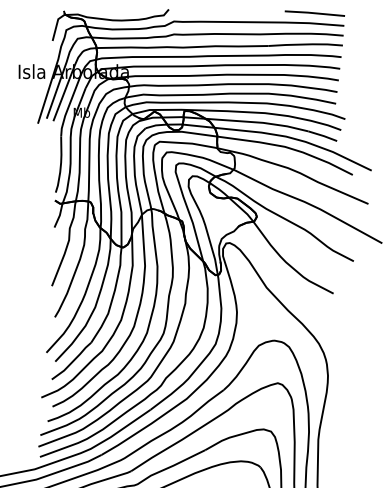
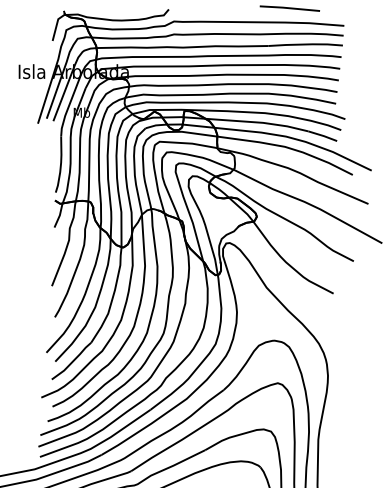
line at (314, 13) position: (314, 13) -> (289, 8)
